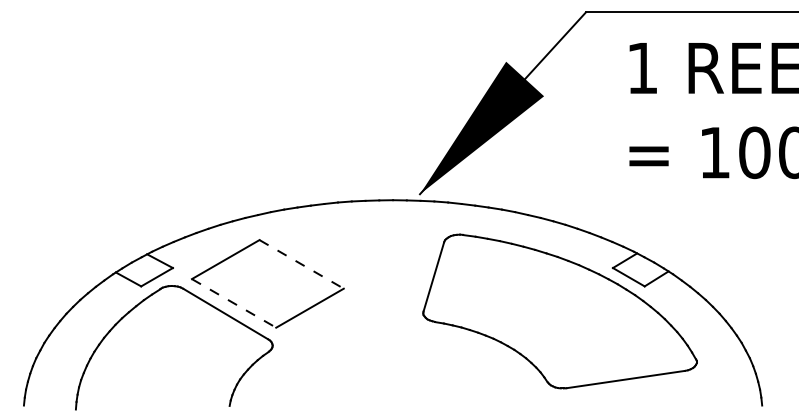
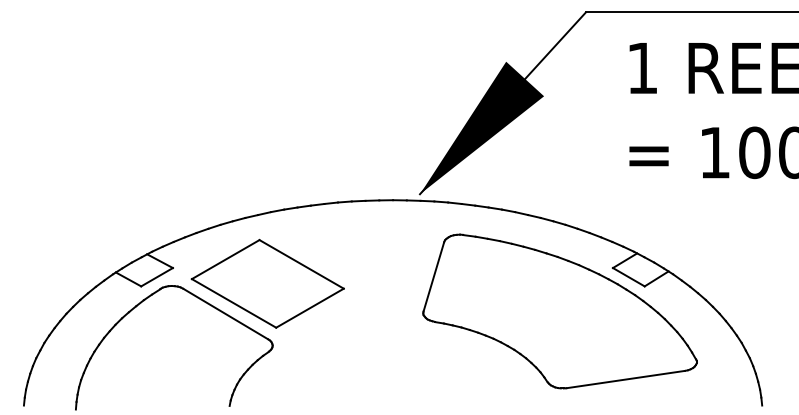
line at (301, 264): dashed -> solid
line at (234, 303): dashed -> solid
